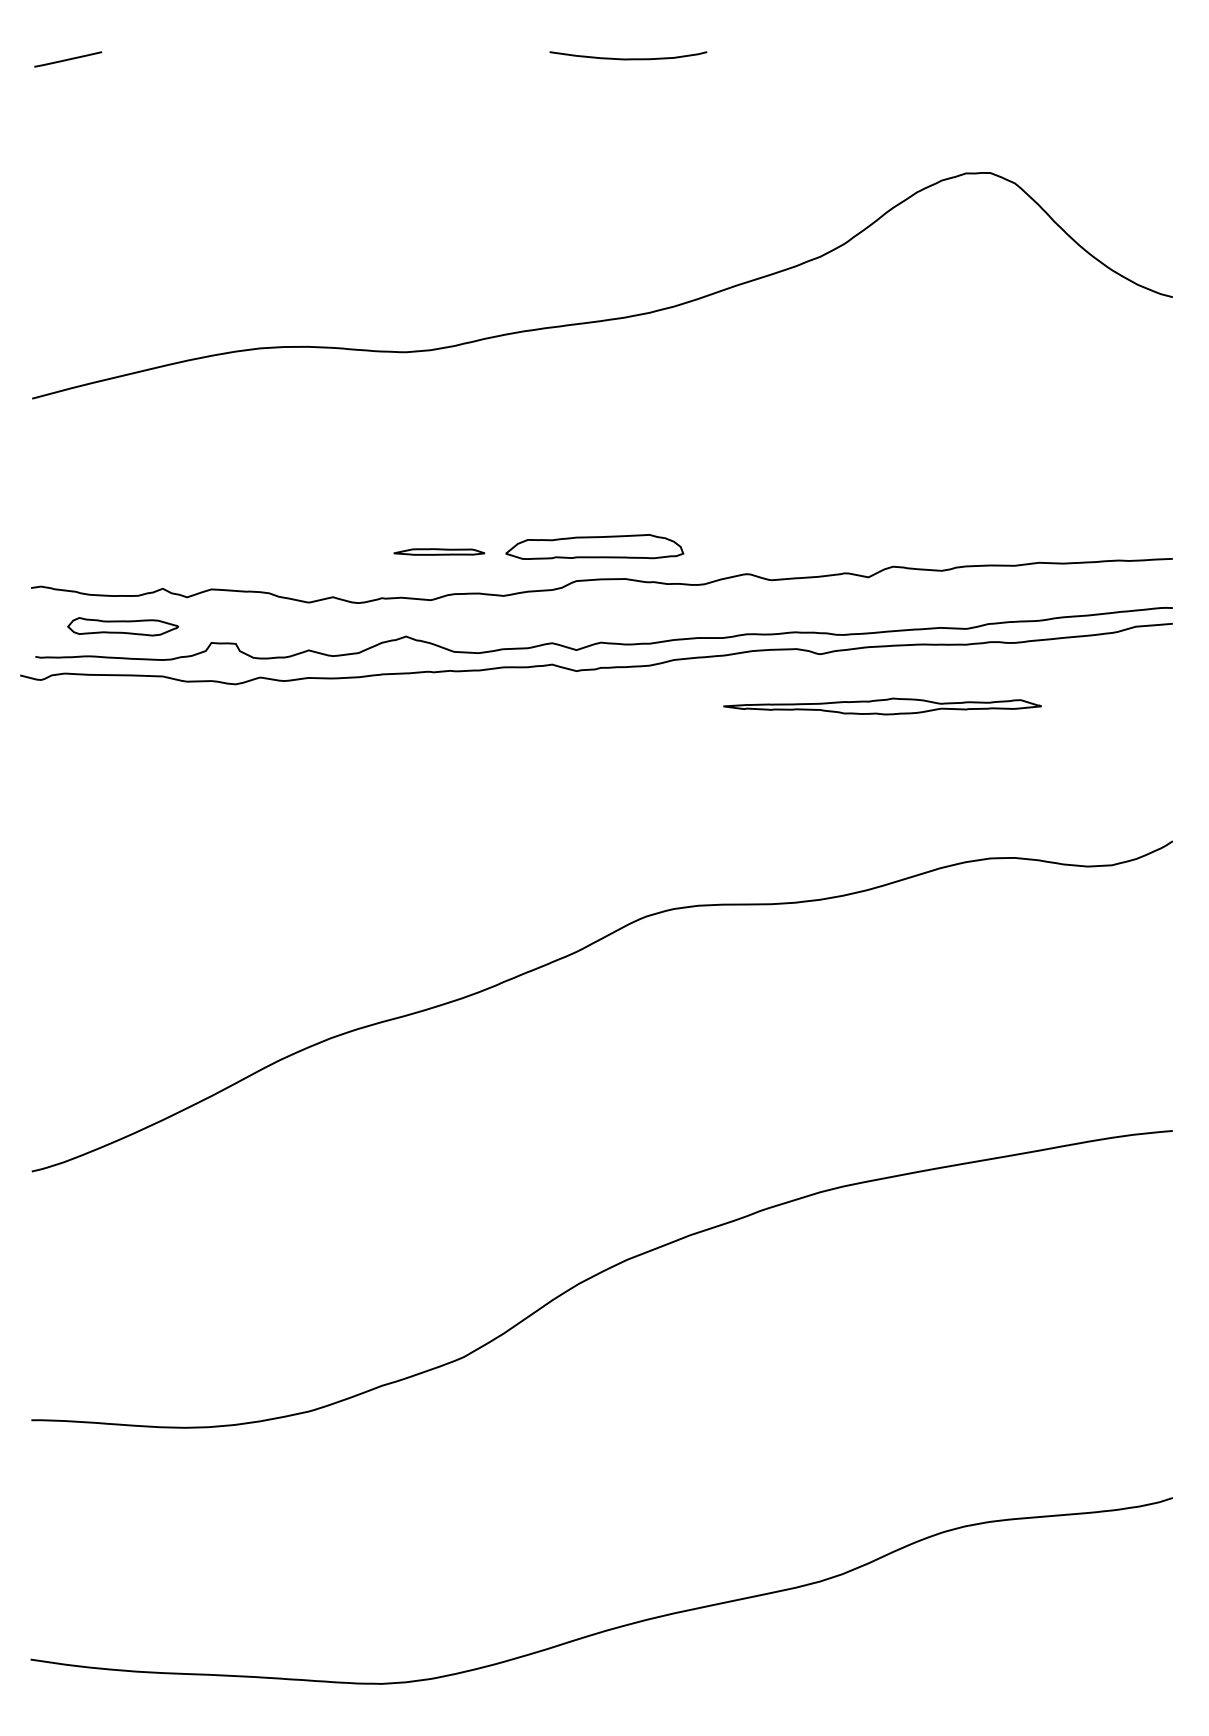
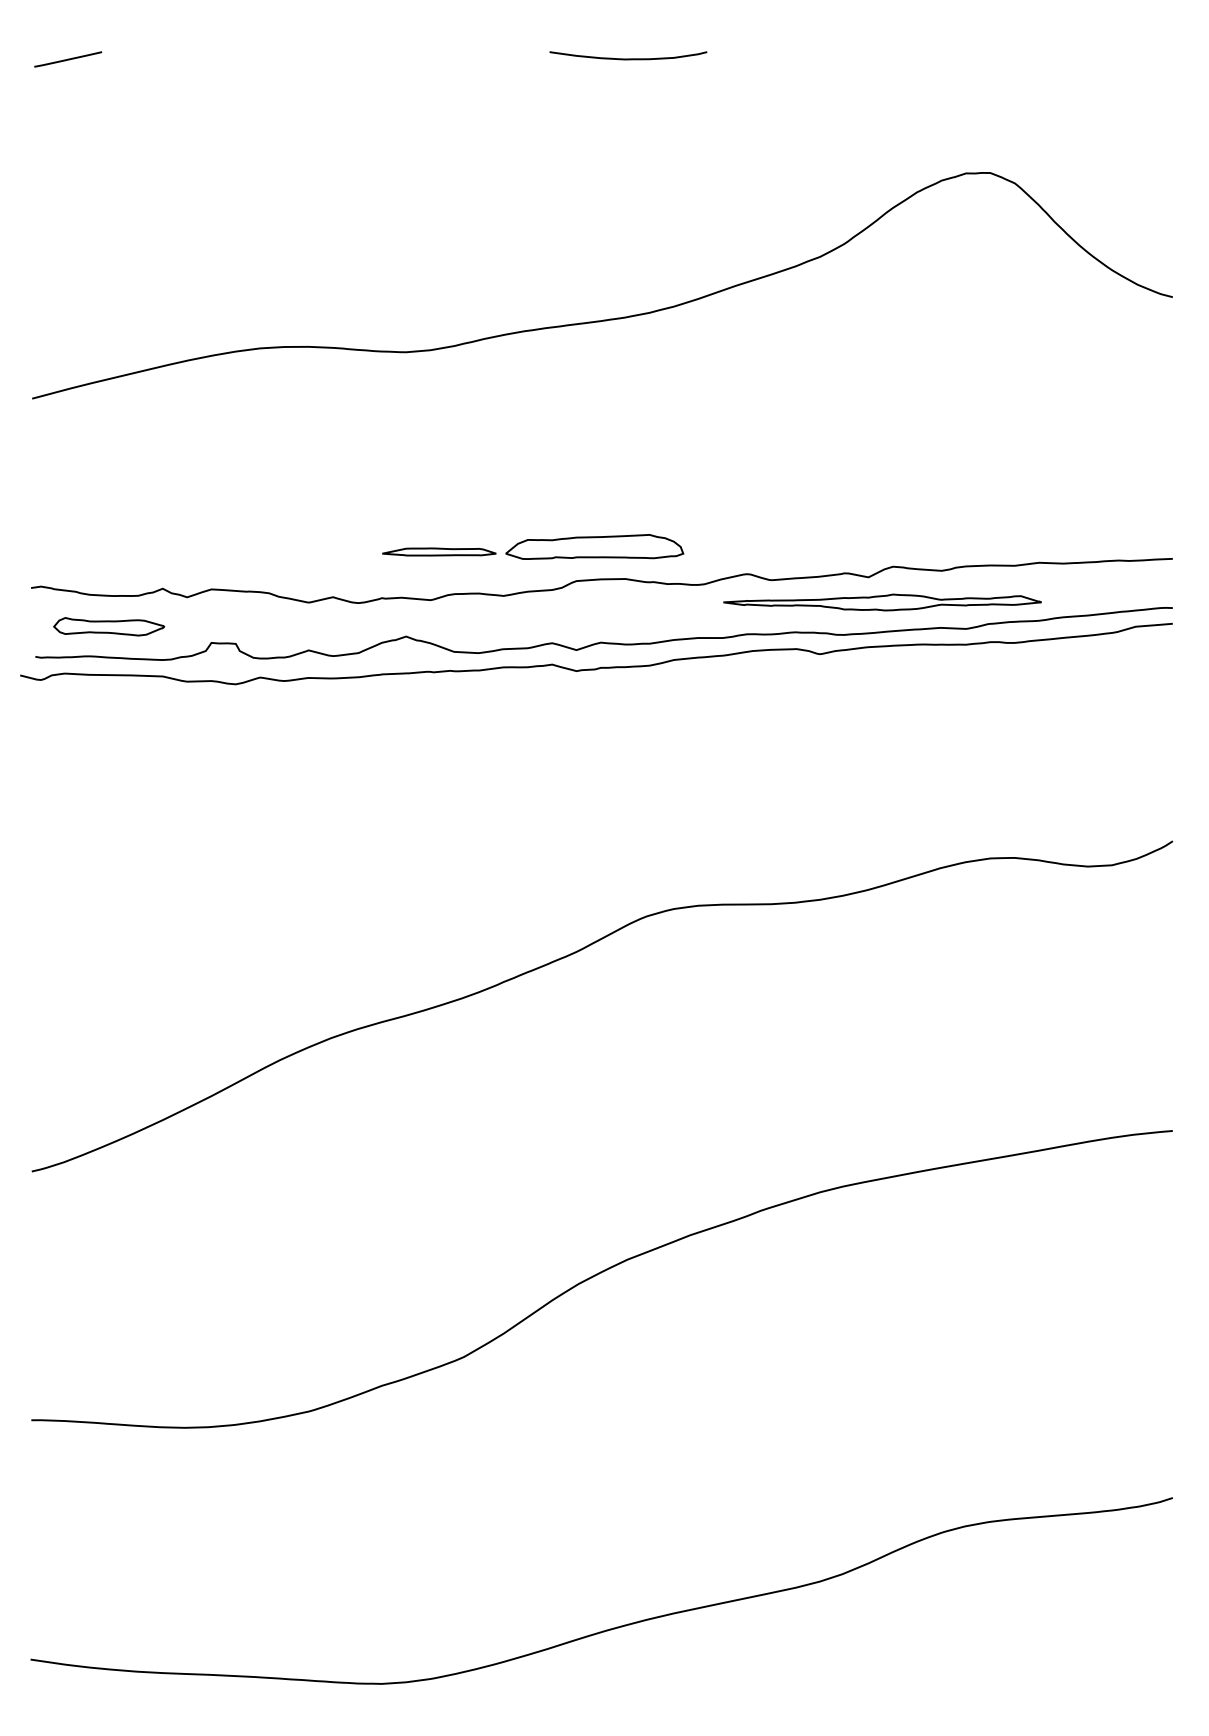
part at (439, 551) size: 93x8 px -> 115x10 px
part at (123, 626) position: (123, 626) -> (109, 626)
part at (882, 706) position: (882, 706) -> (882, 602)
